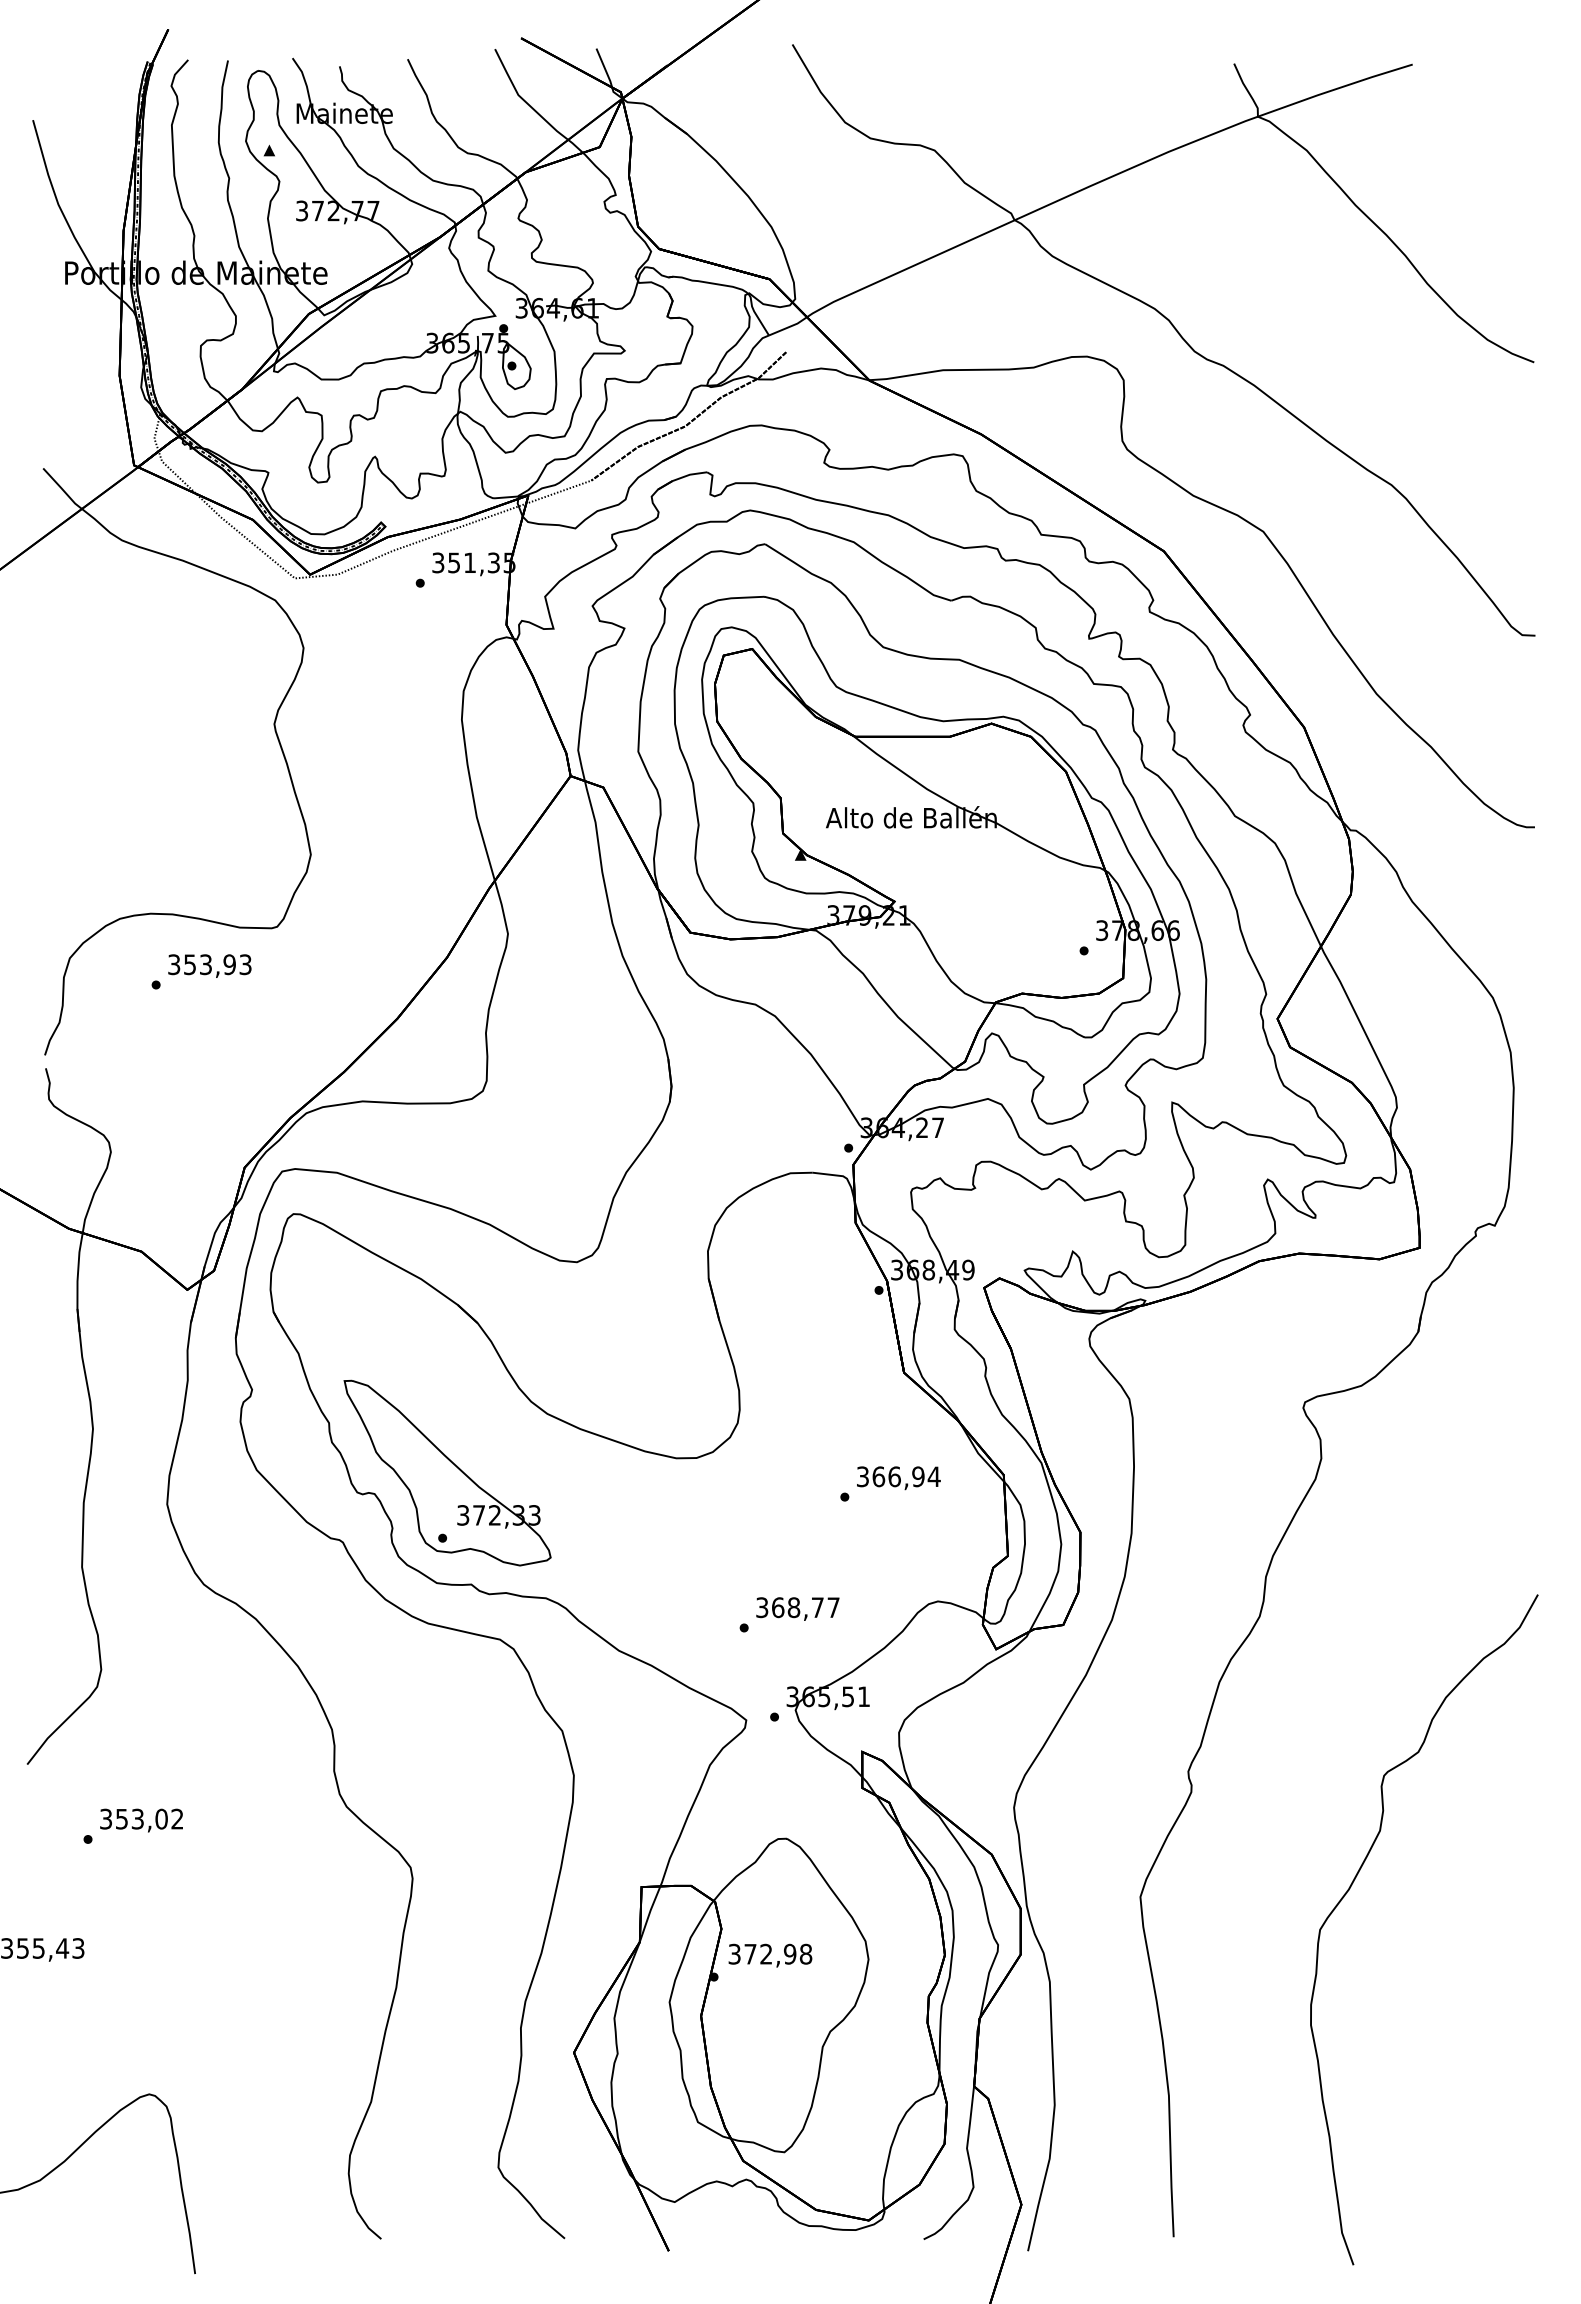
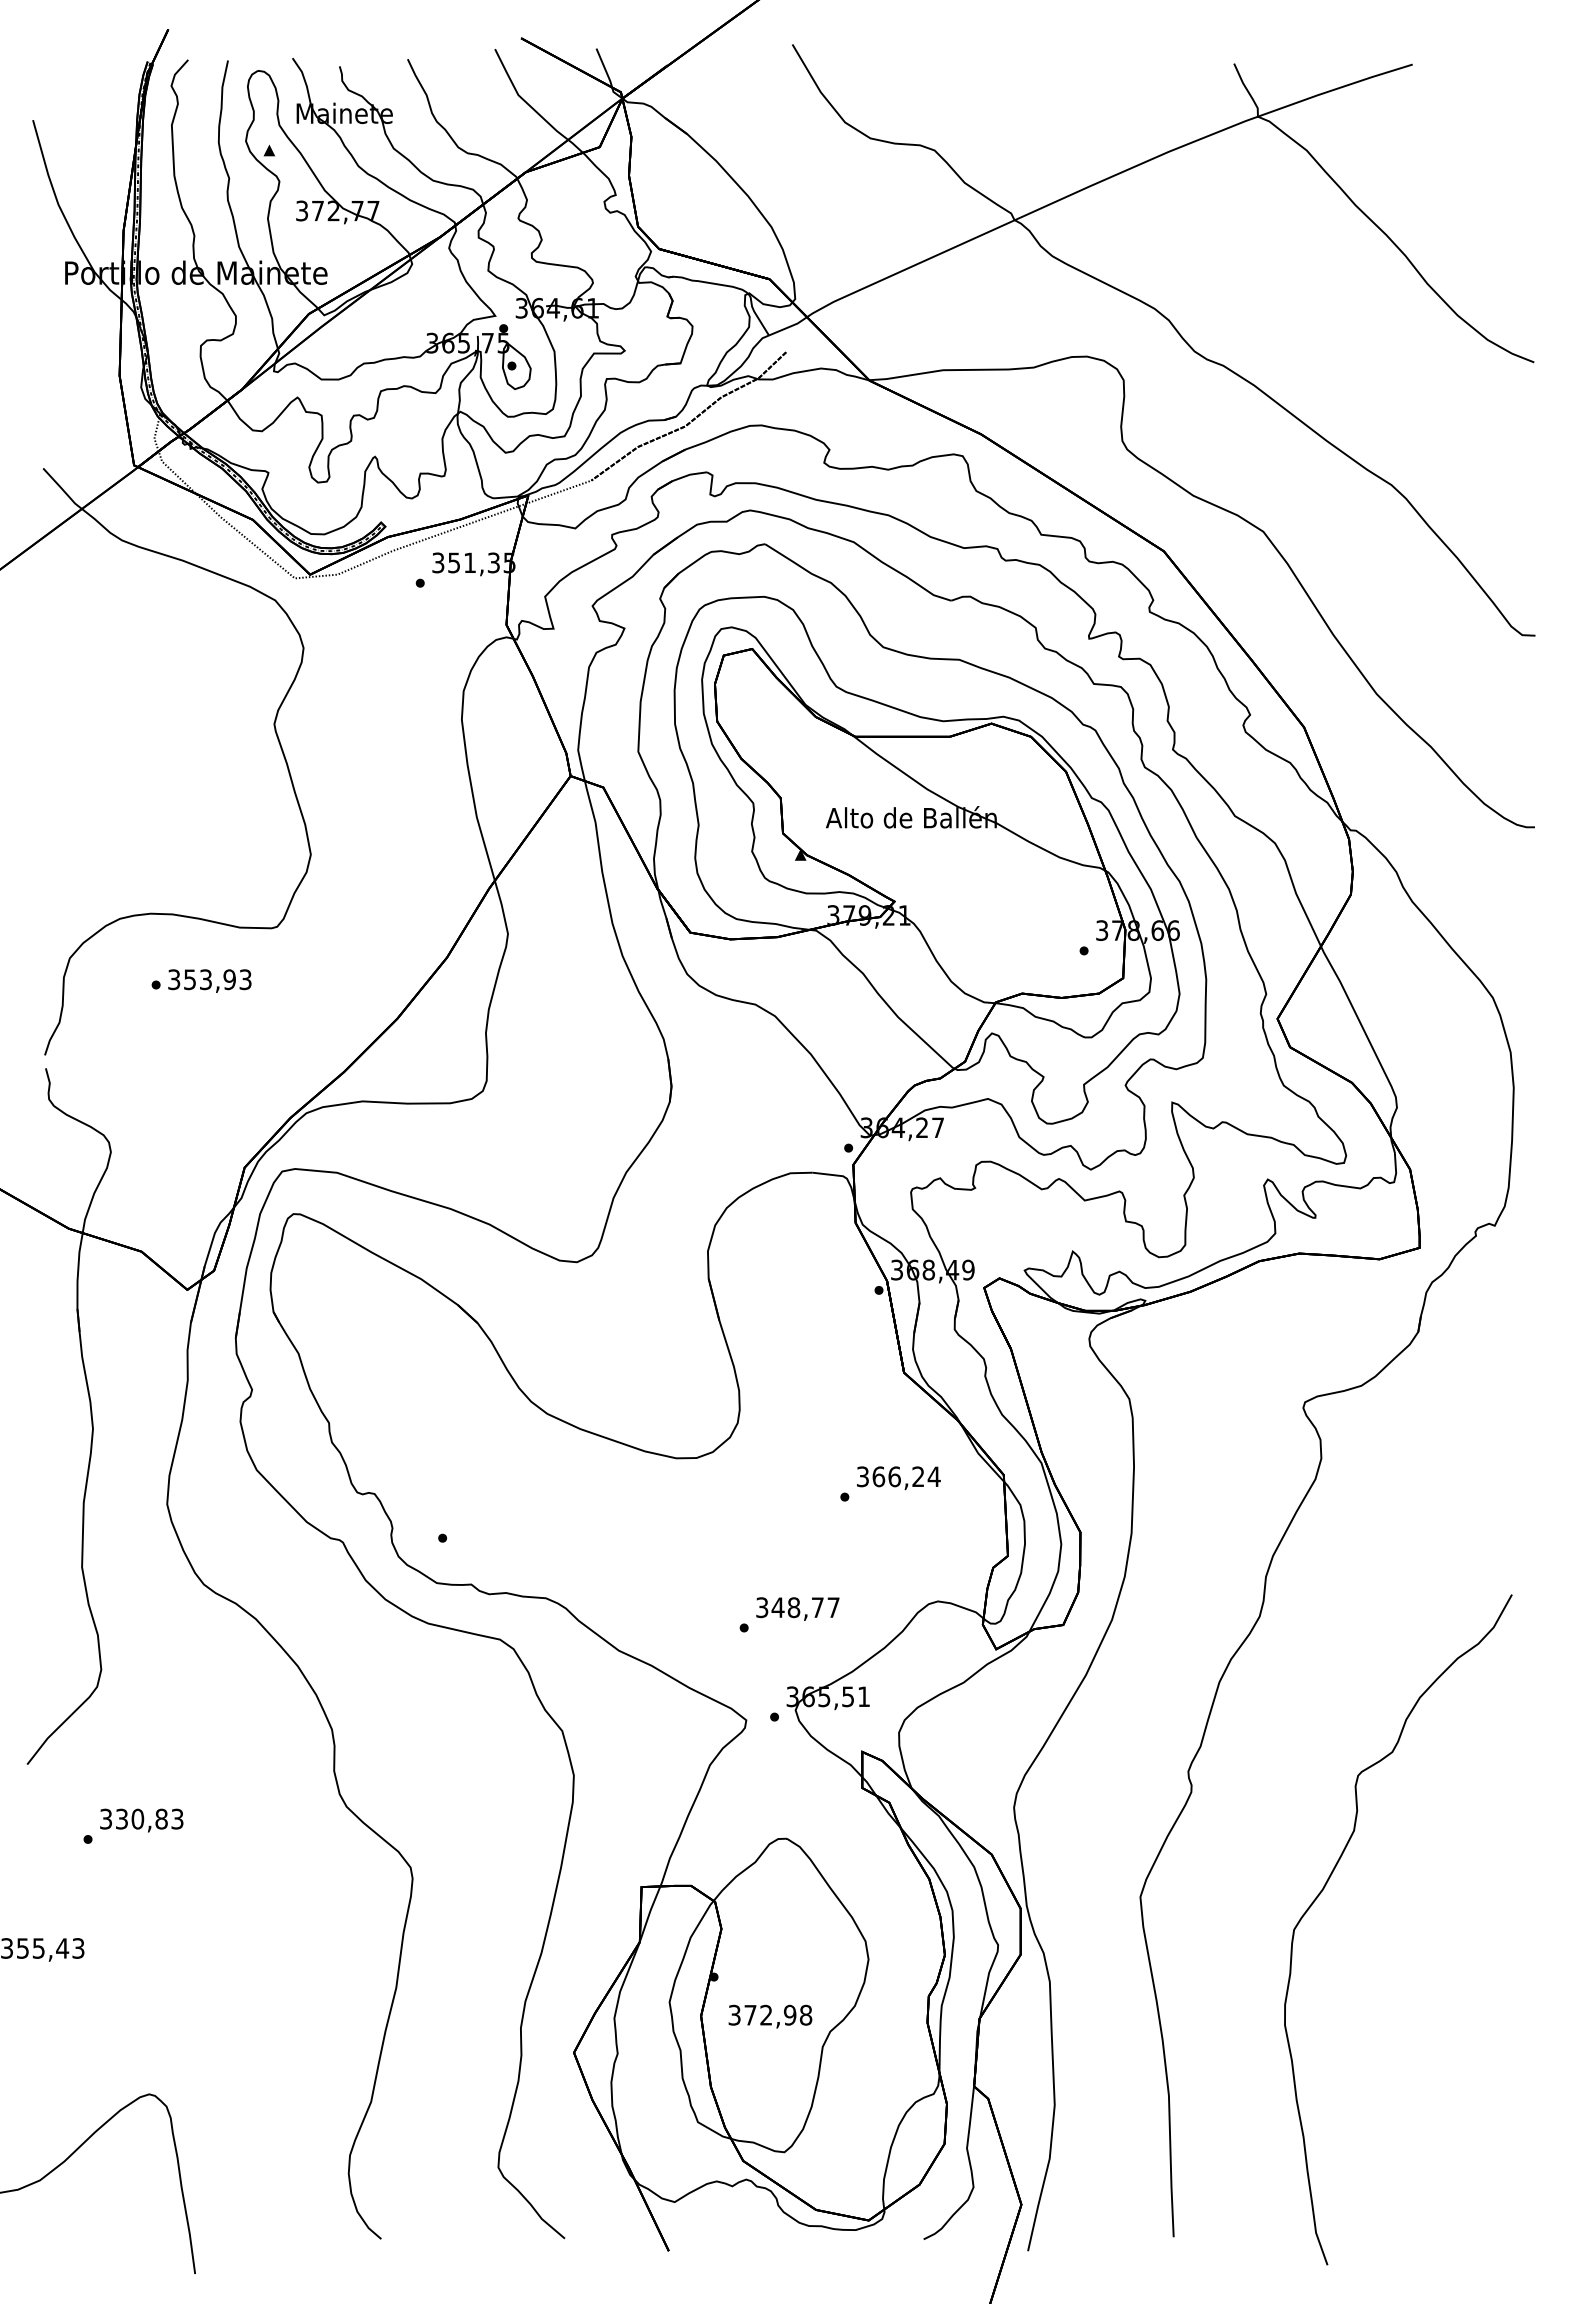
text at (209, 965) position: (209, 965) -> (209, 980)
part at (447, 1472): present -> none
text at (918, 1476): 366,94 -> 366,24
text at (777, 1607): 368,77 -> 348,77
text at (149, 1818): 353,02 -> 330,83
curve at (1352, 1885) position: (1352, 1885) -> (1326, 1885)
text at (770, 1955) position: (770, 1955) -> (770, 2016)
